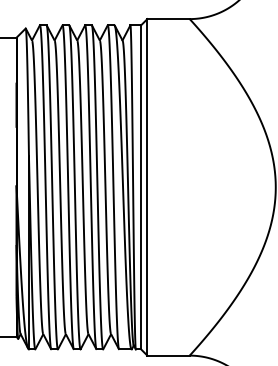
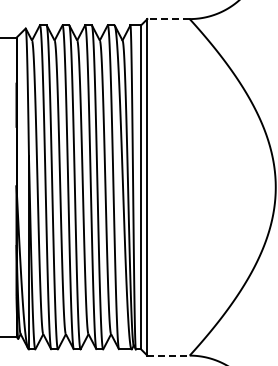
line at (168, 19): solid -> dashed
line at (169, 355): solid -> dashed
